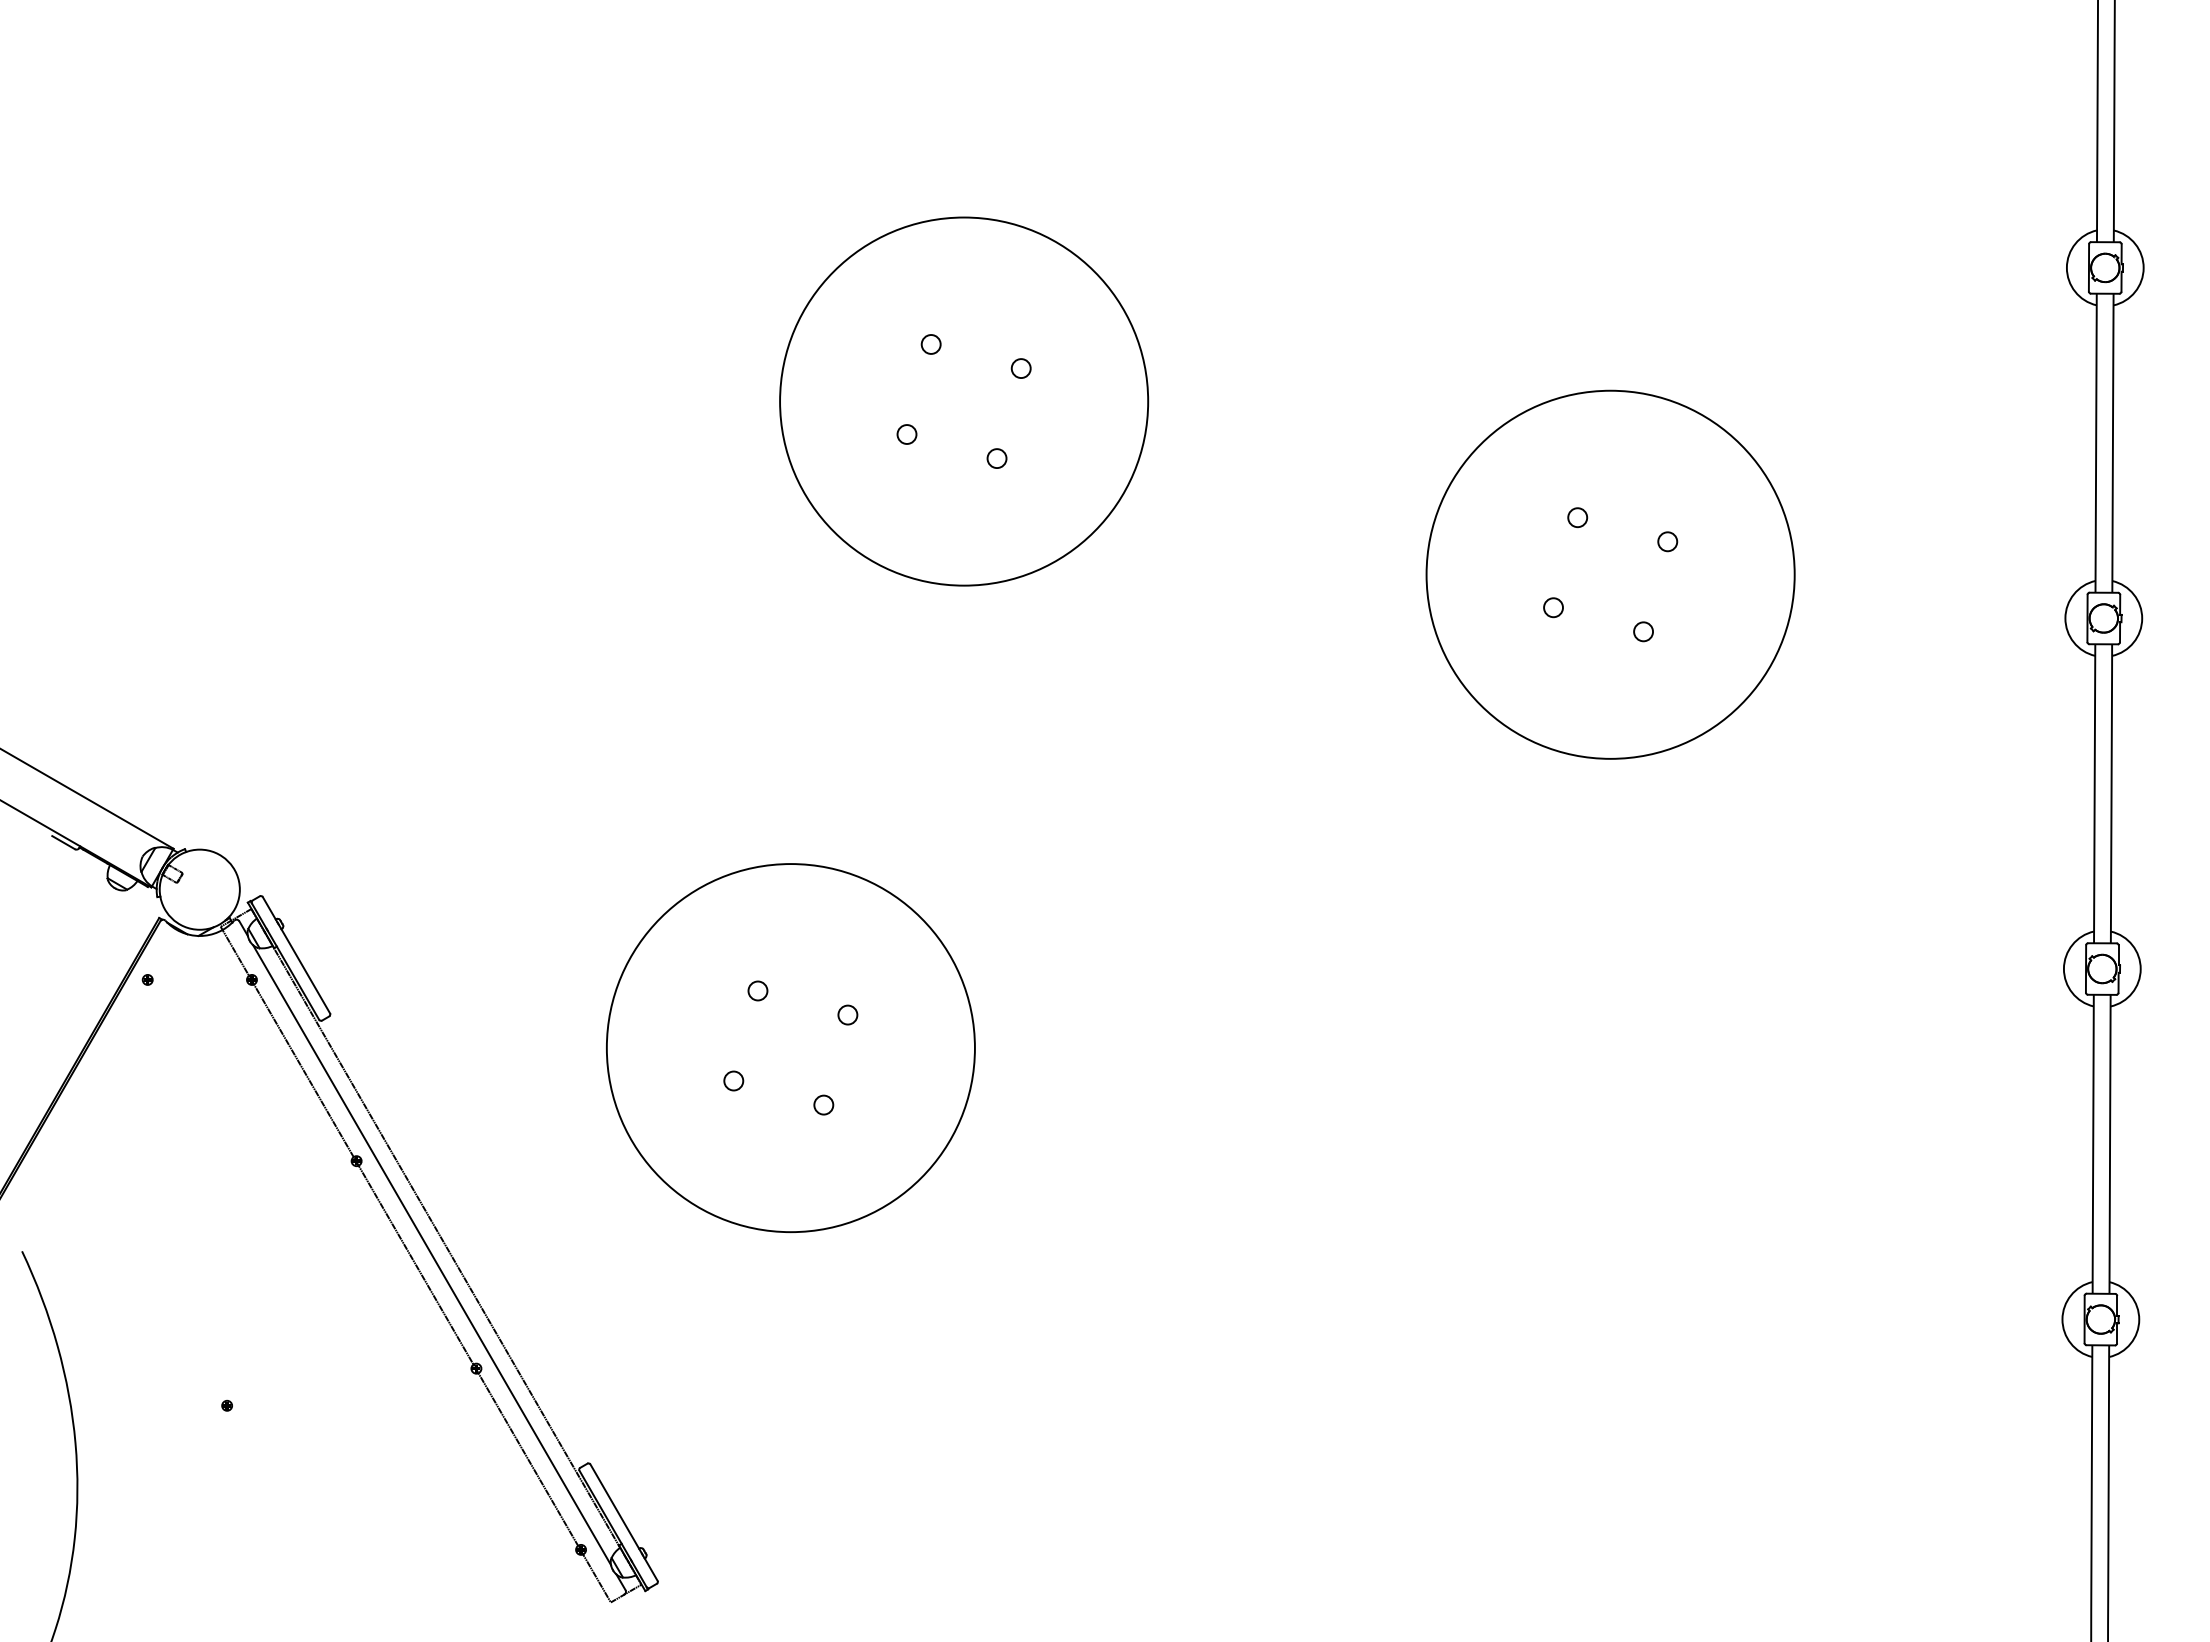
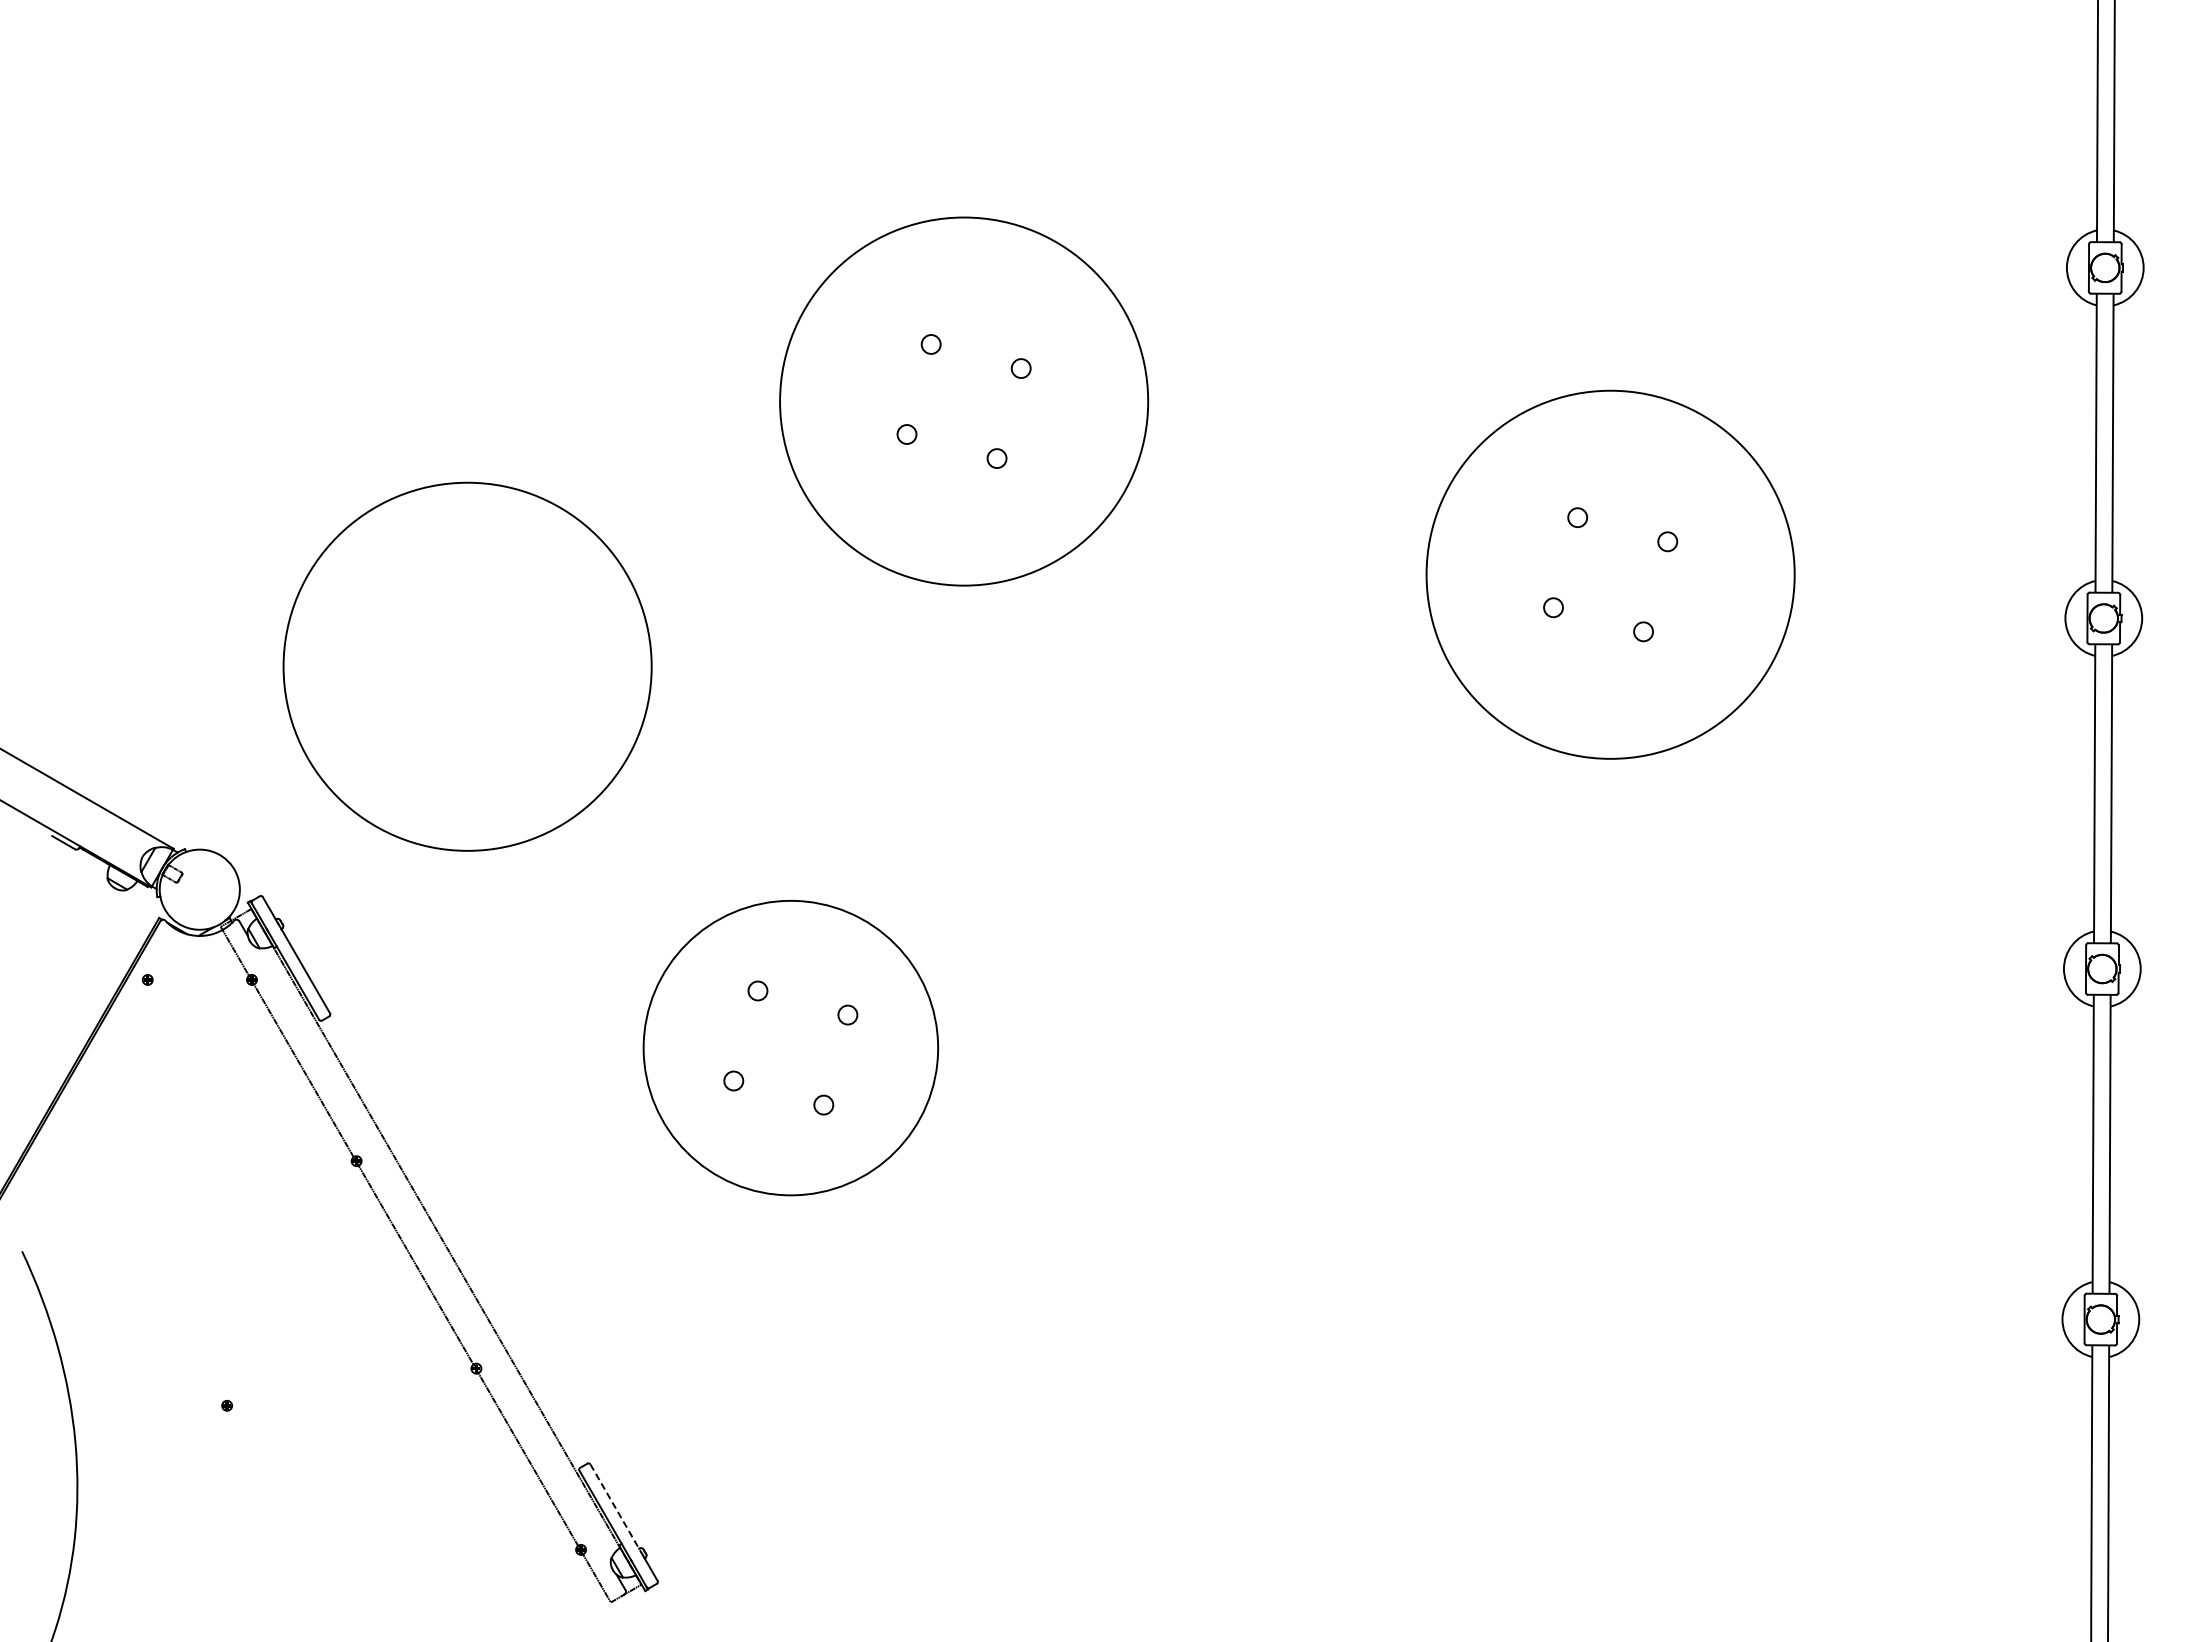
circle at (467, 666): none -> present
circle at (790, 1048) diameter: 368 px -> 294 px
line at (432, 1255): present -> none
line at (616, 1509): solid -> dashed
